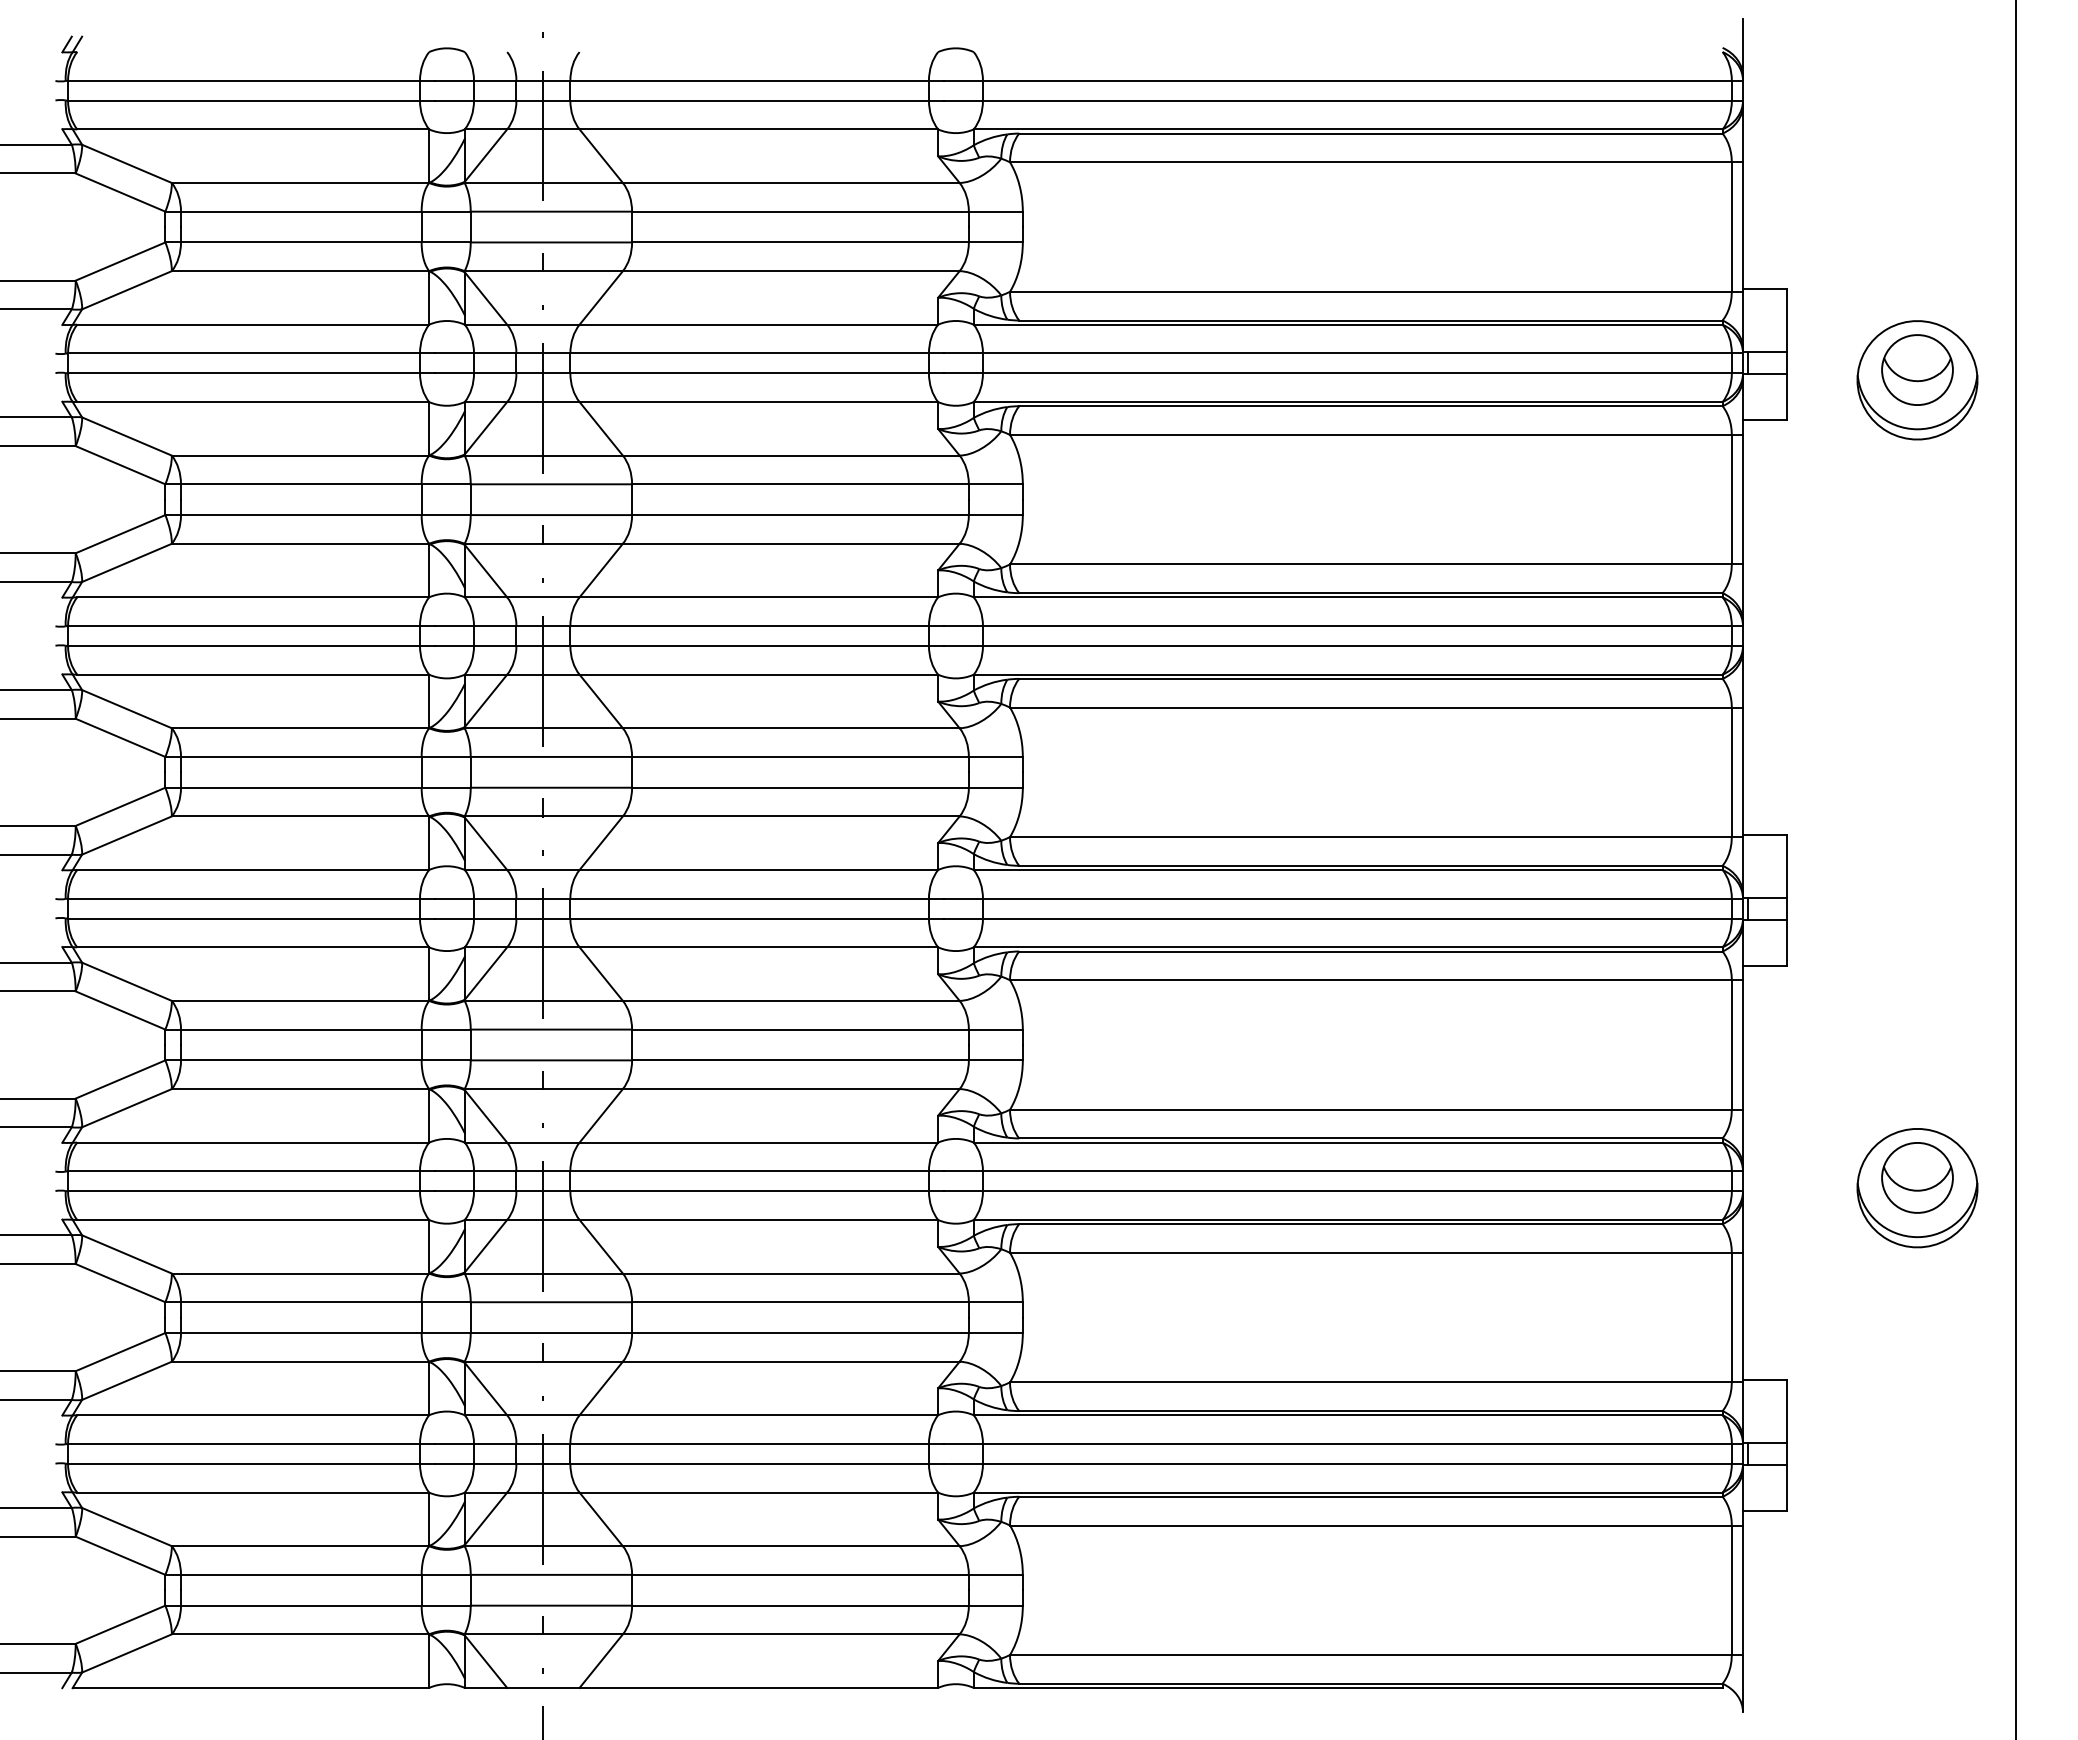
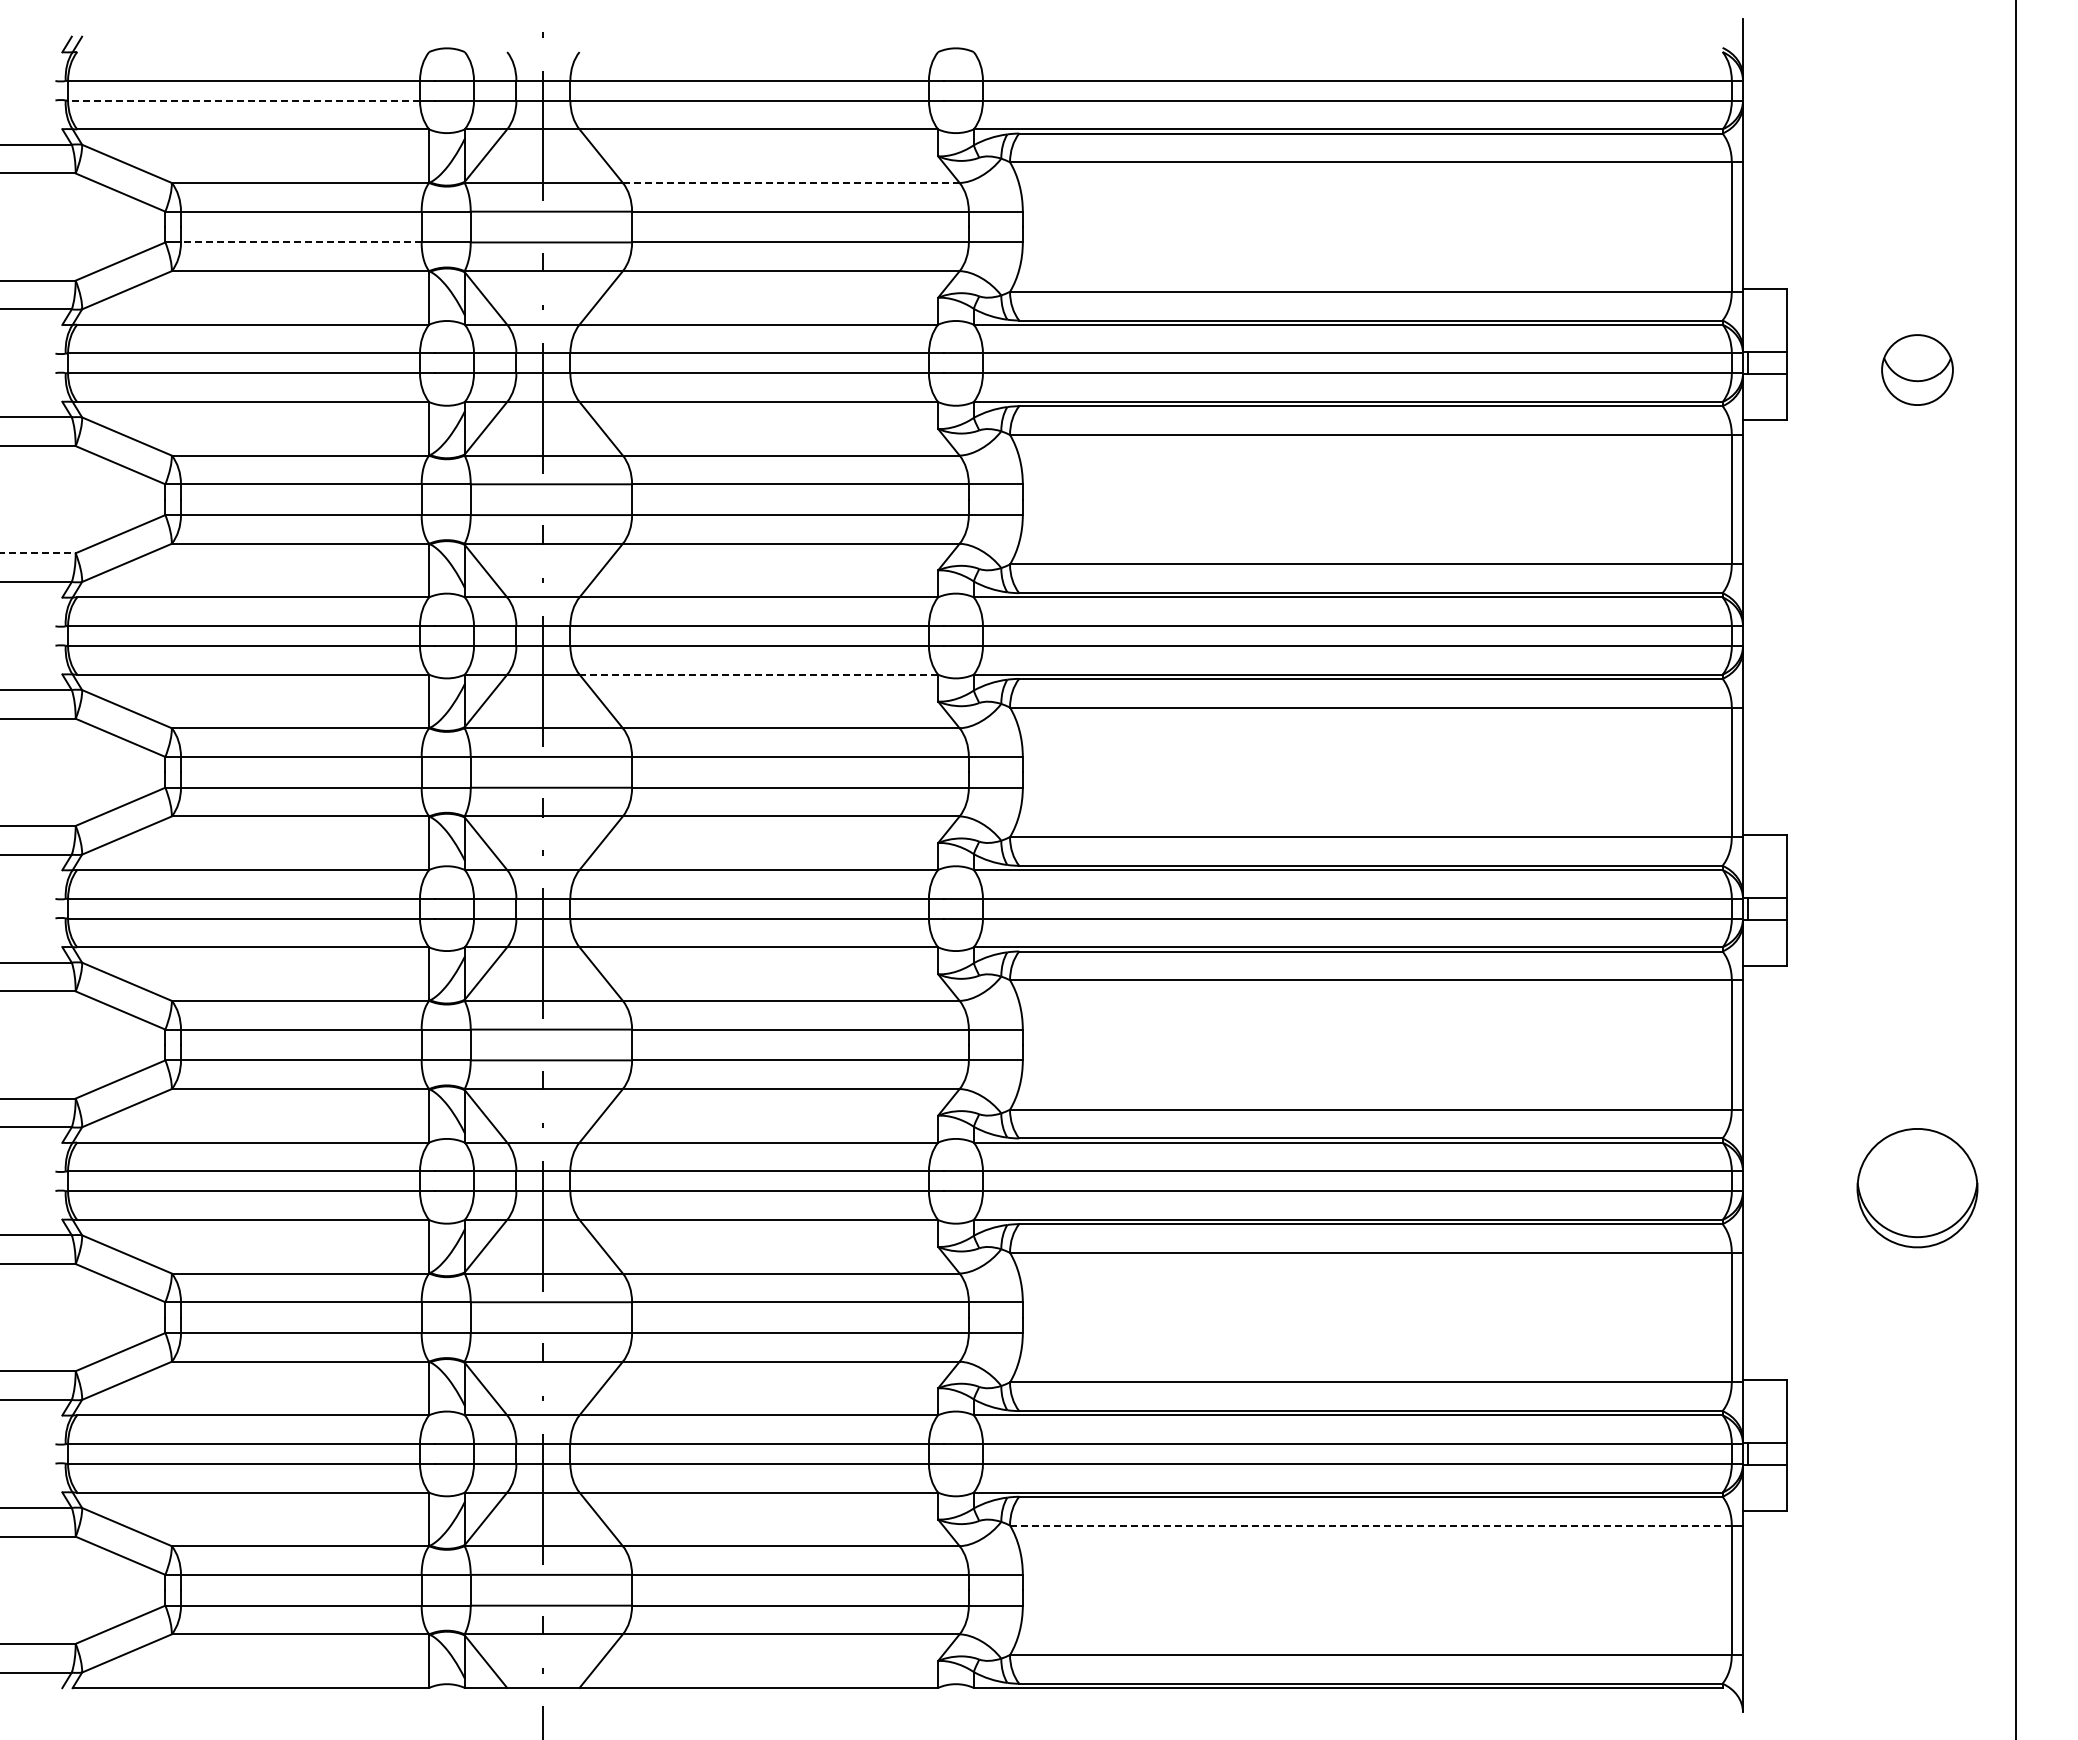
line at (244, 100): solid -> dashed
line at (790, 182): solid -> dashed
line at (300, 242): solid -> dashed
part at (1917, 380): present -> none
line at (38, 553): solid -> dashed
line at (758, 674): solid -> dashed
part at (1917, 1177): present -> none
line at (1370, 1525): solid -> dashed
